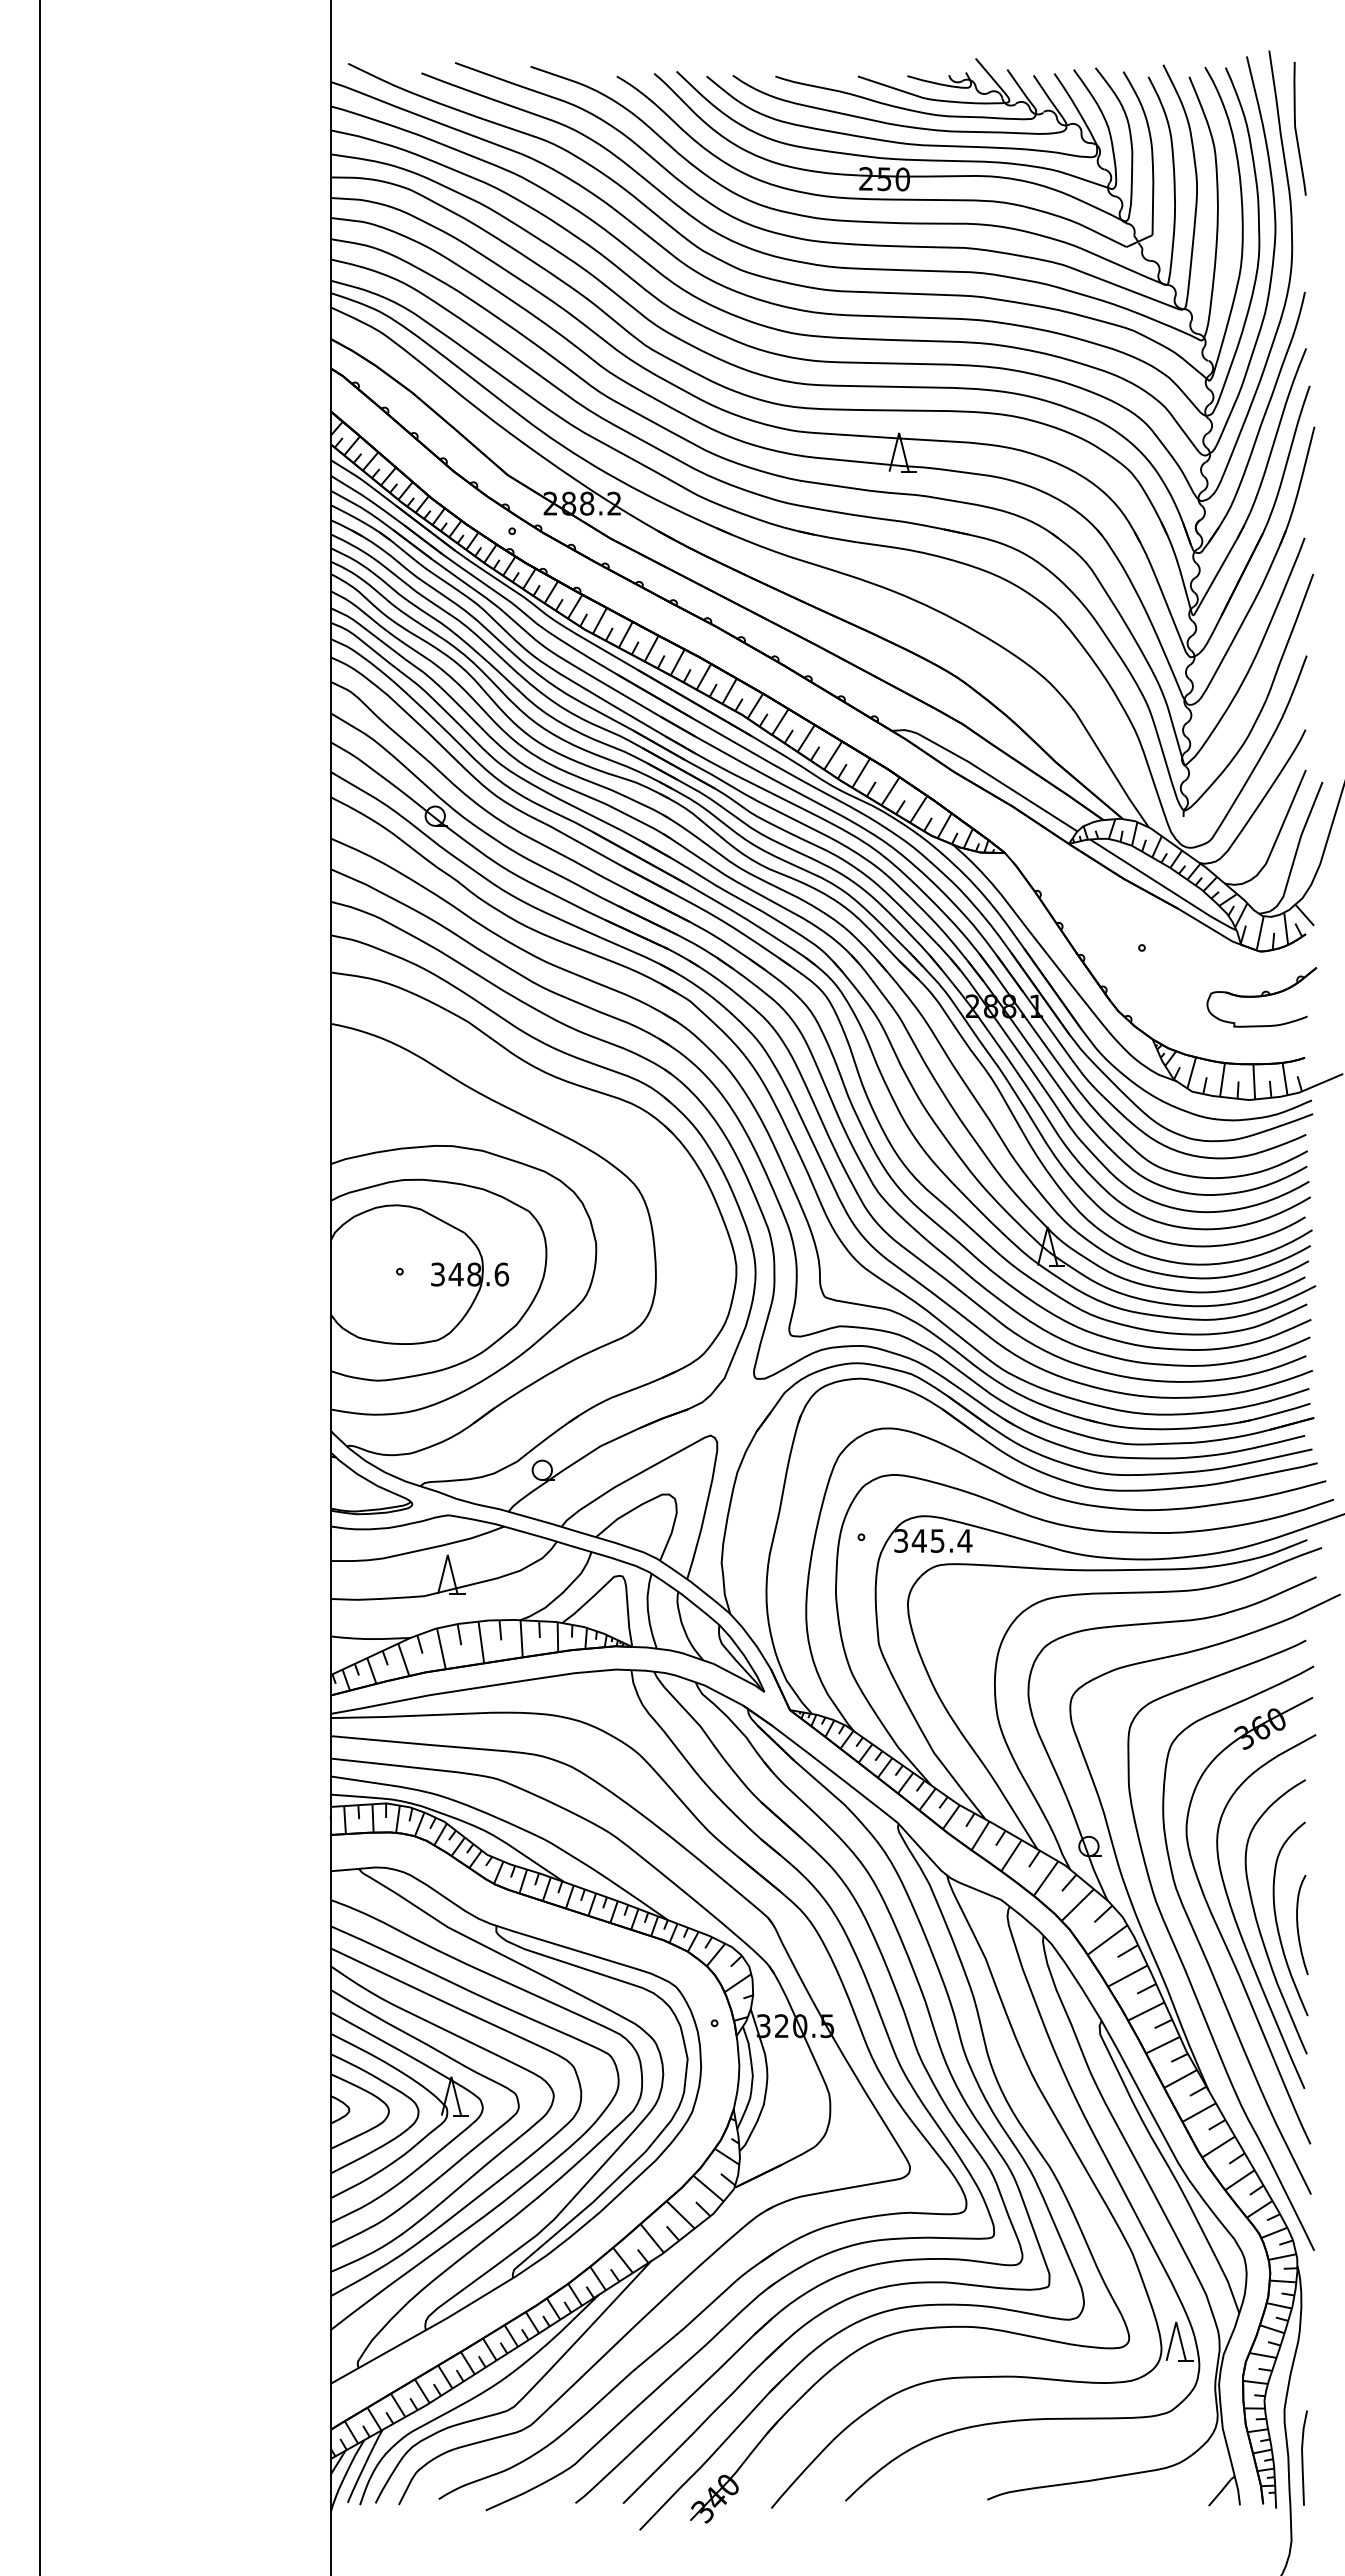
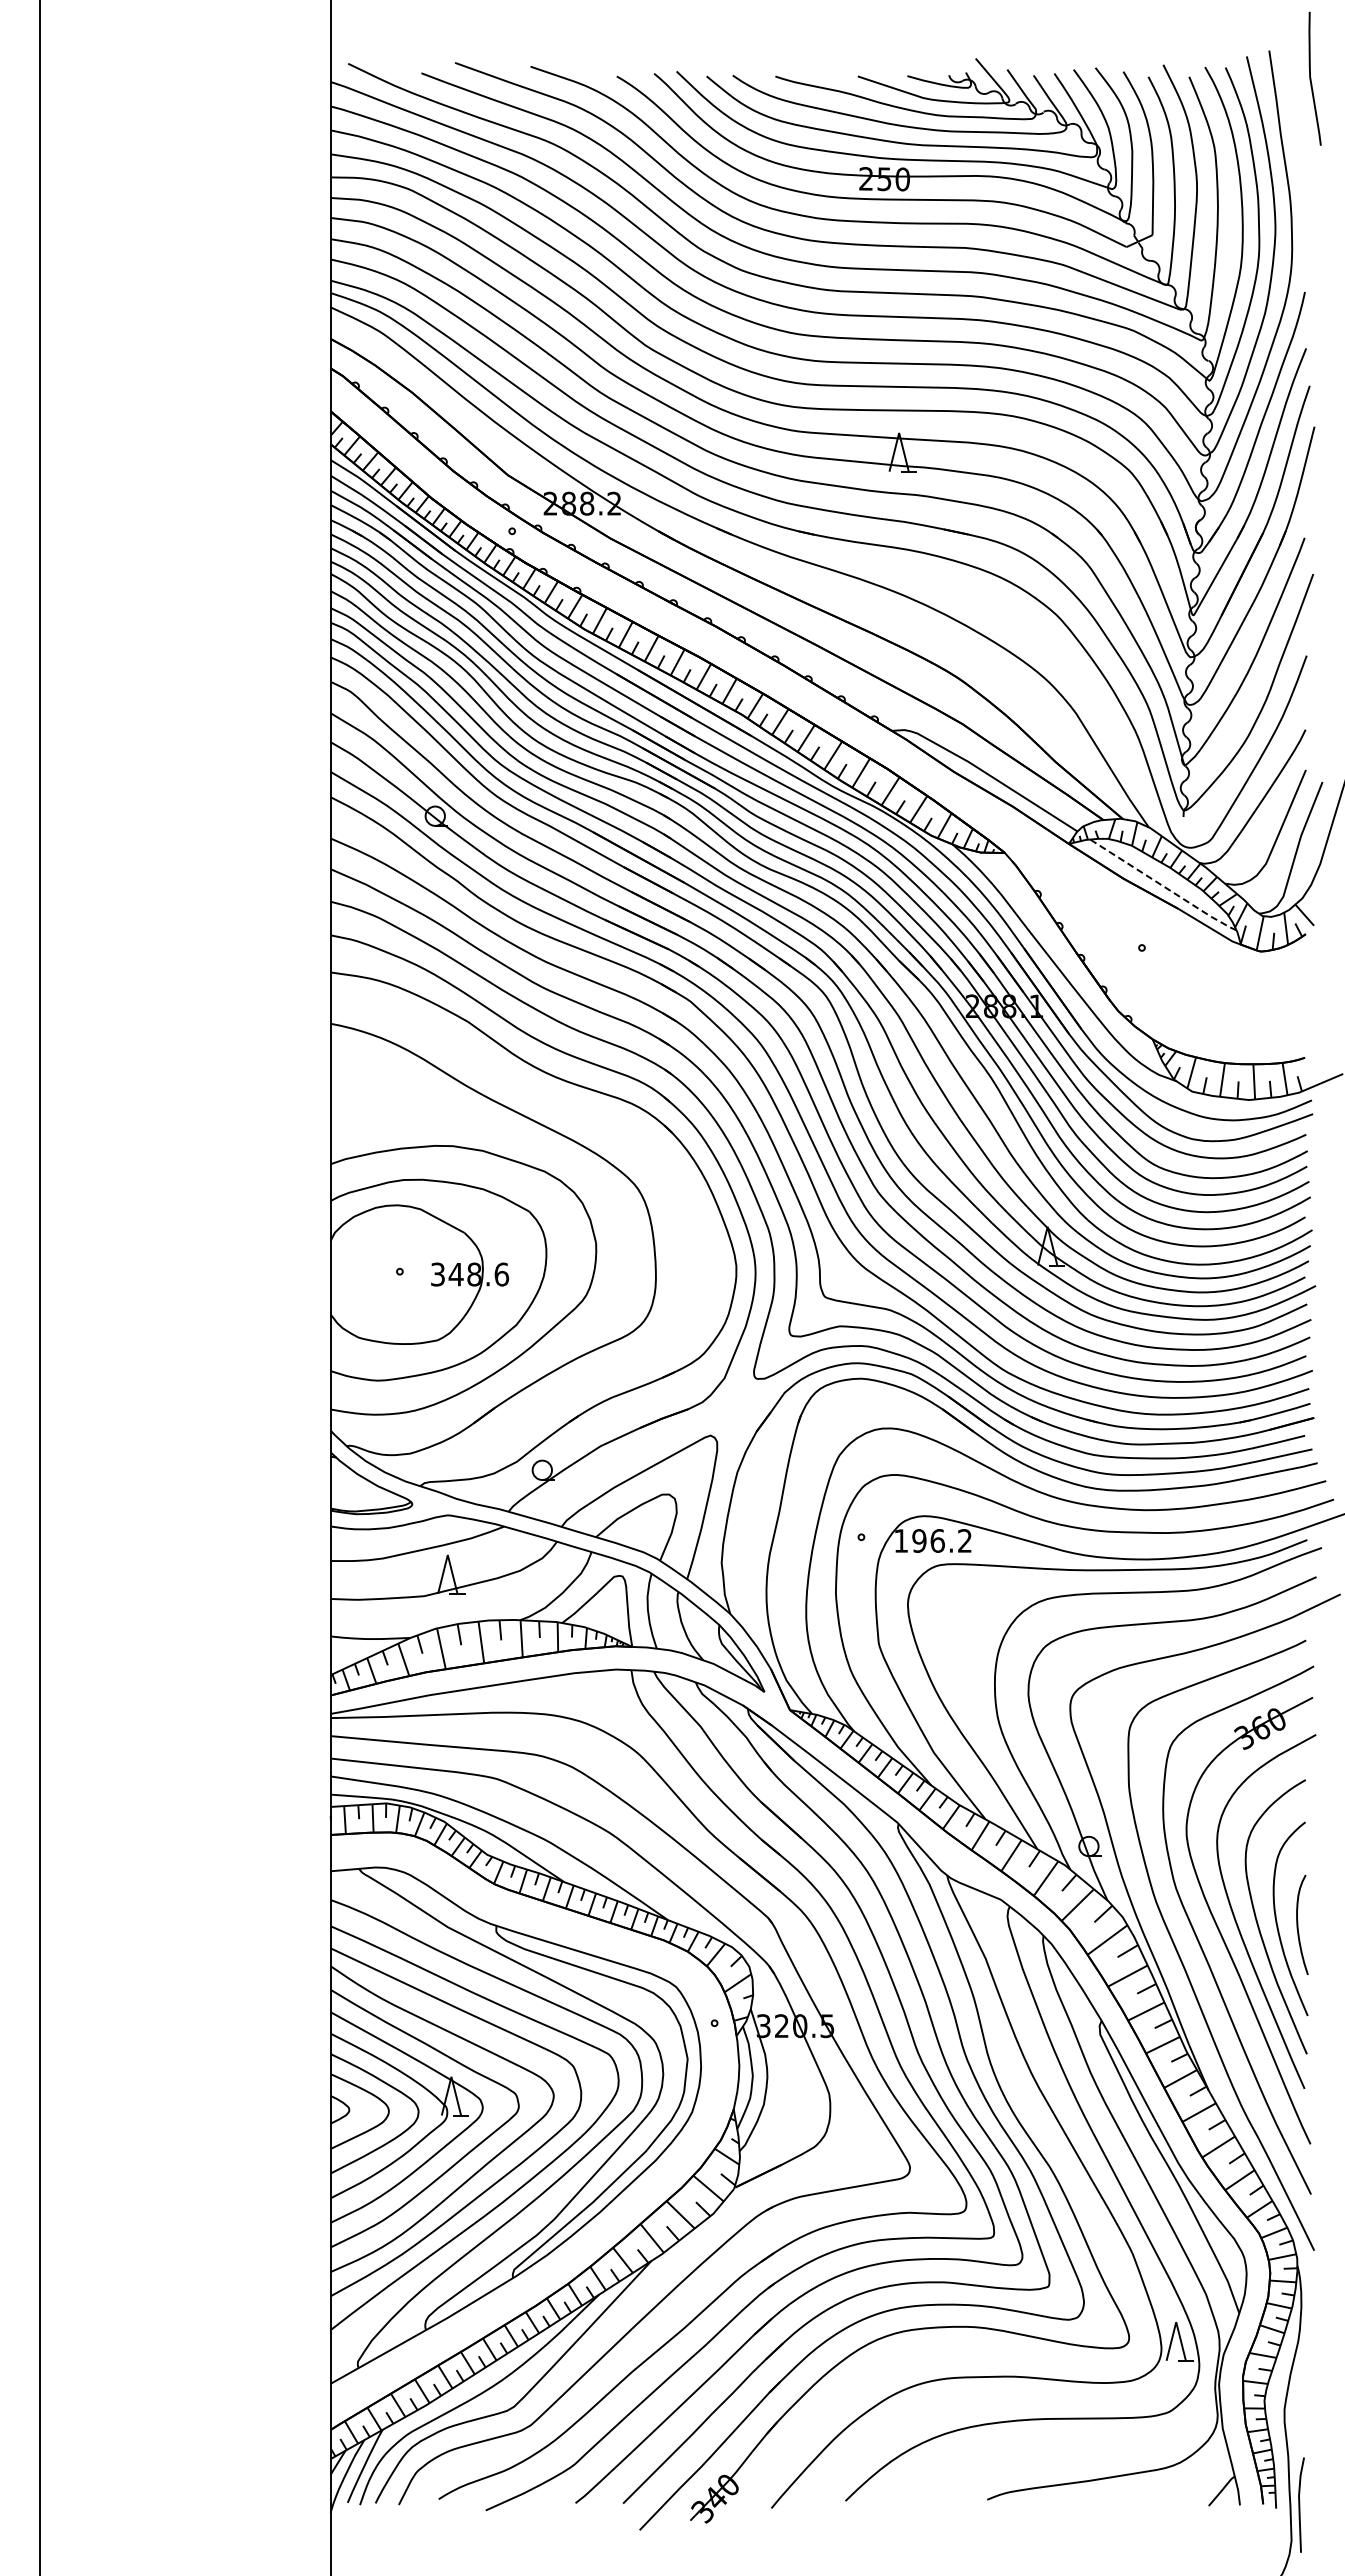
curve at (1296, 128) position: (1296, 128) -> (1311, 78)
line at (1164, 886): solid -> dashed
part at (1261, 997): present -> none
text at (933, 1540): 345.4 -> 196.2
line at (1303, 2457) position: (1303, 2457) -> (1300, 2504)
